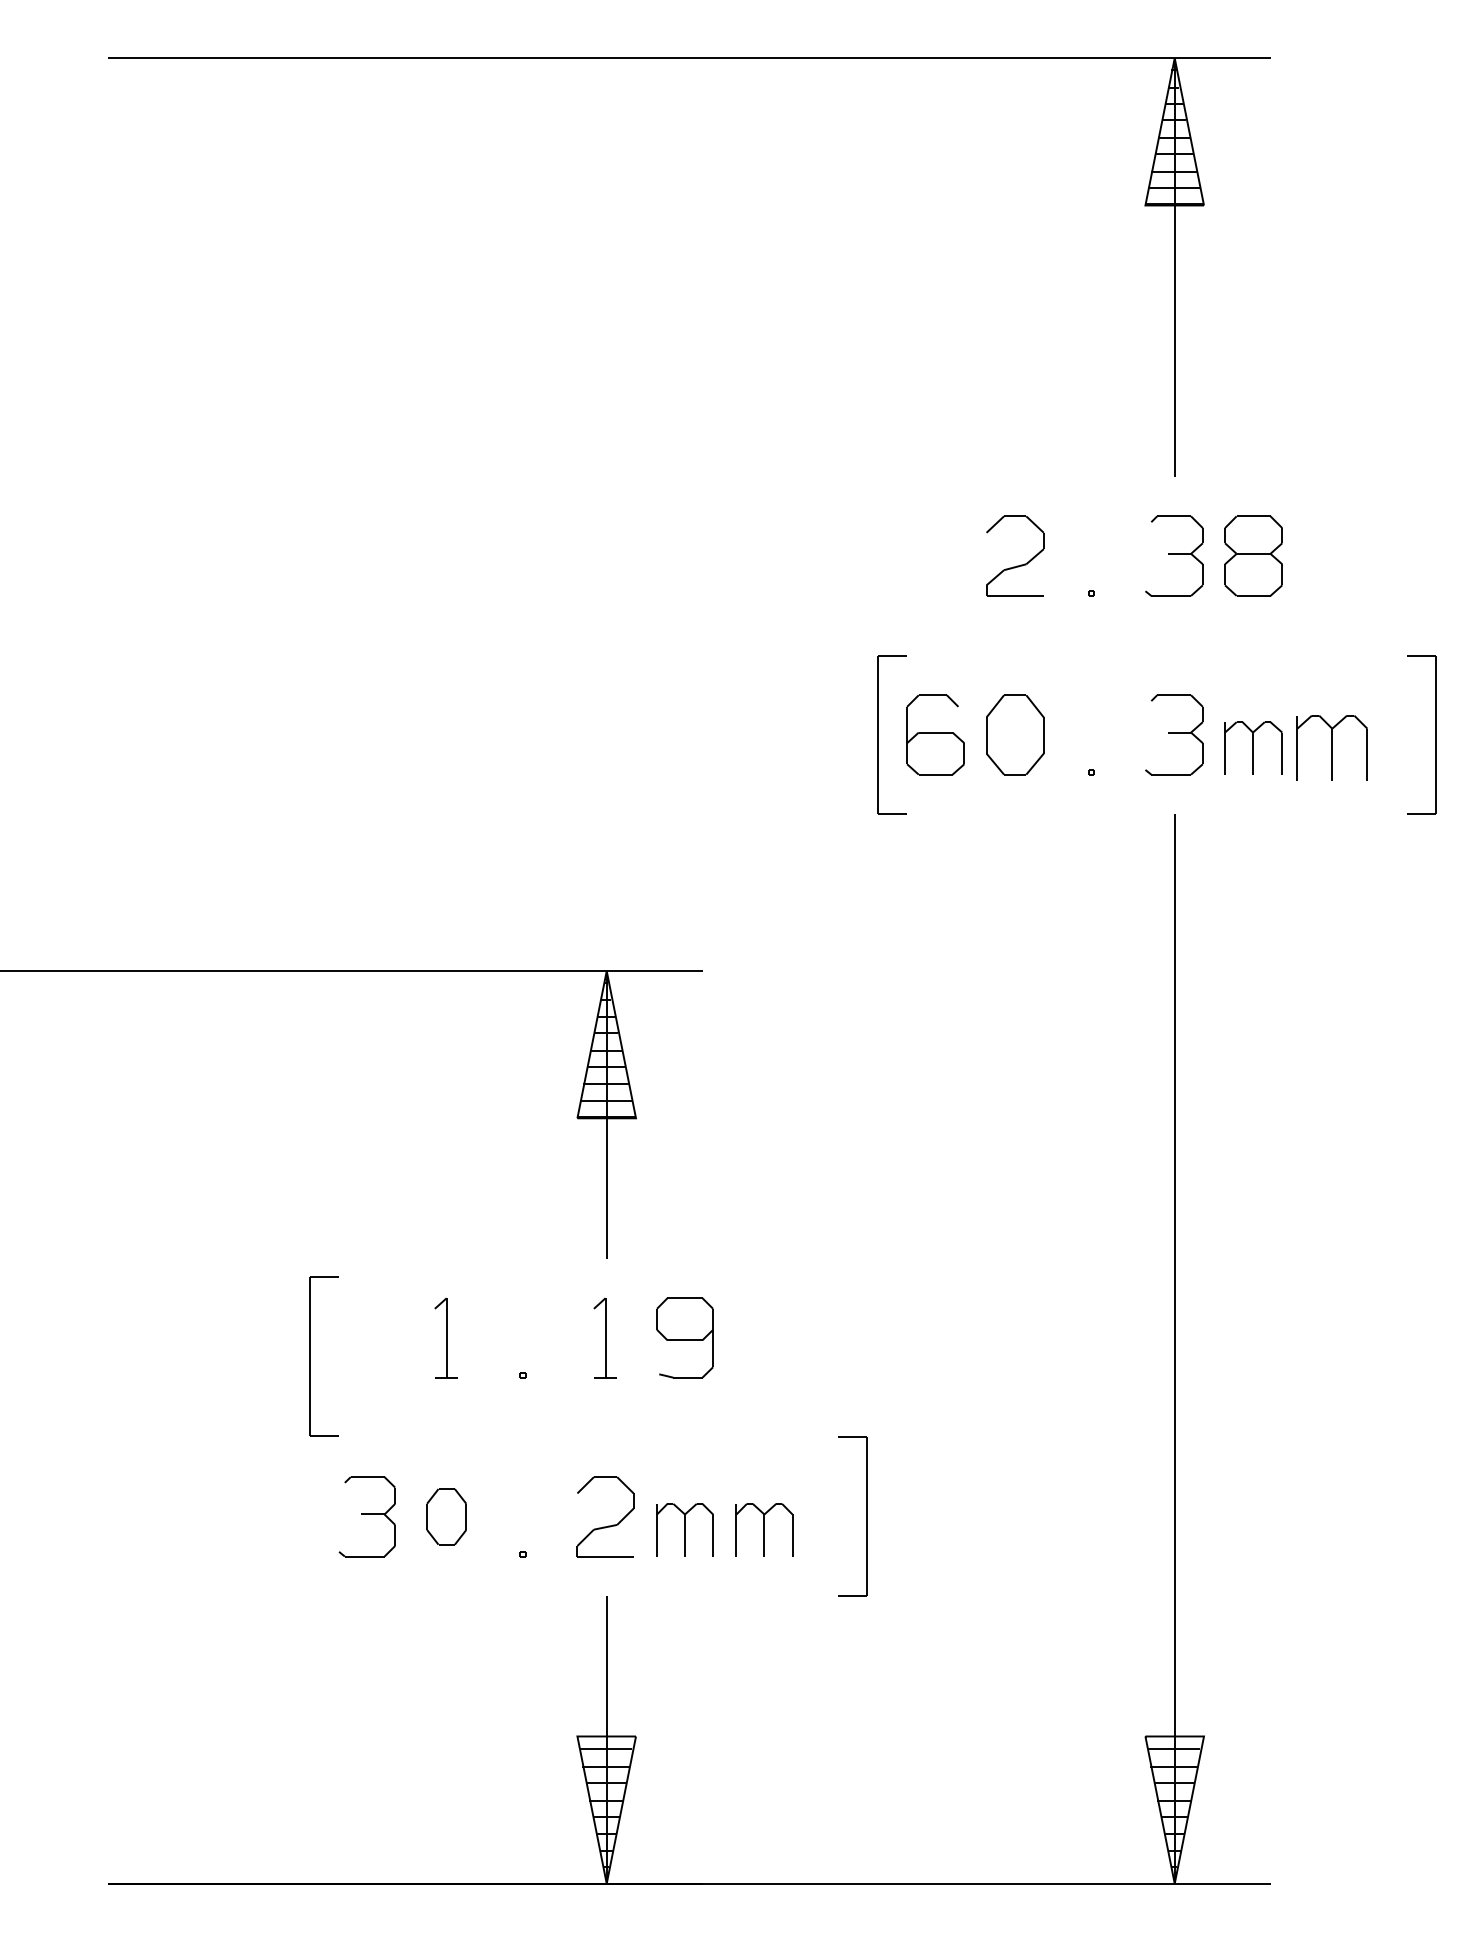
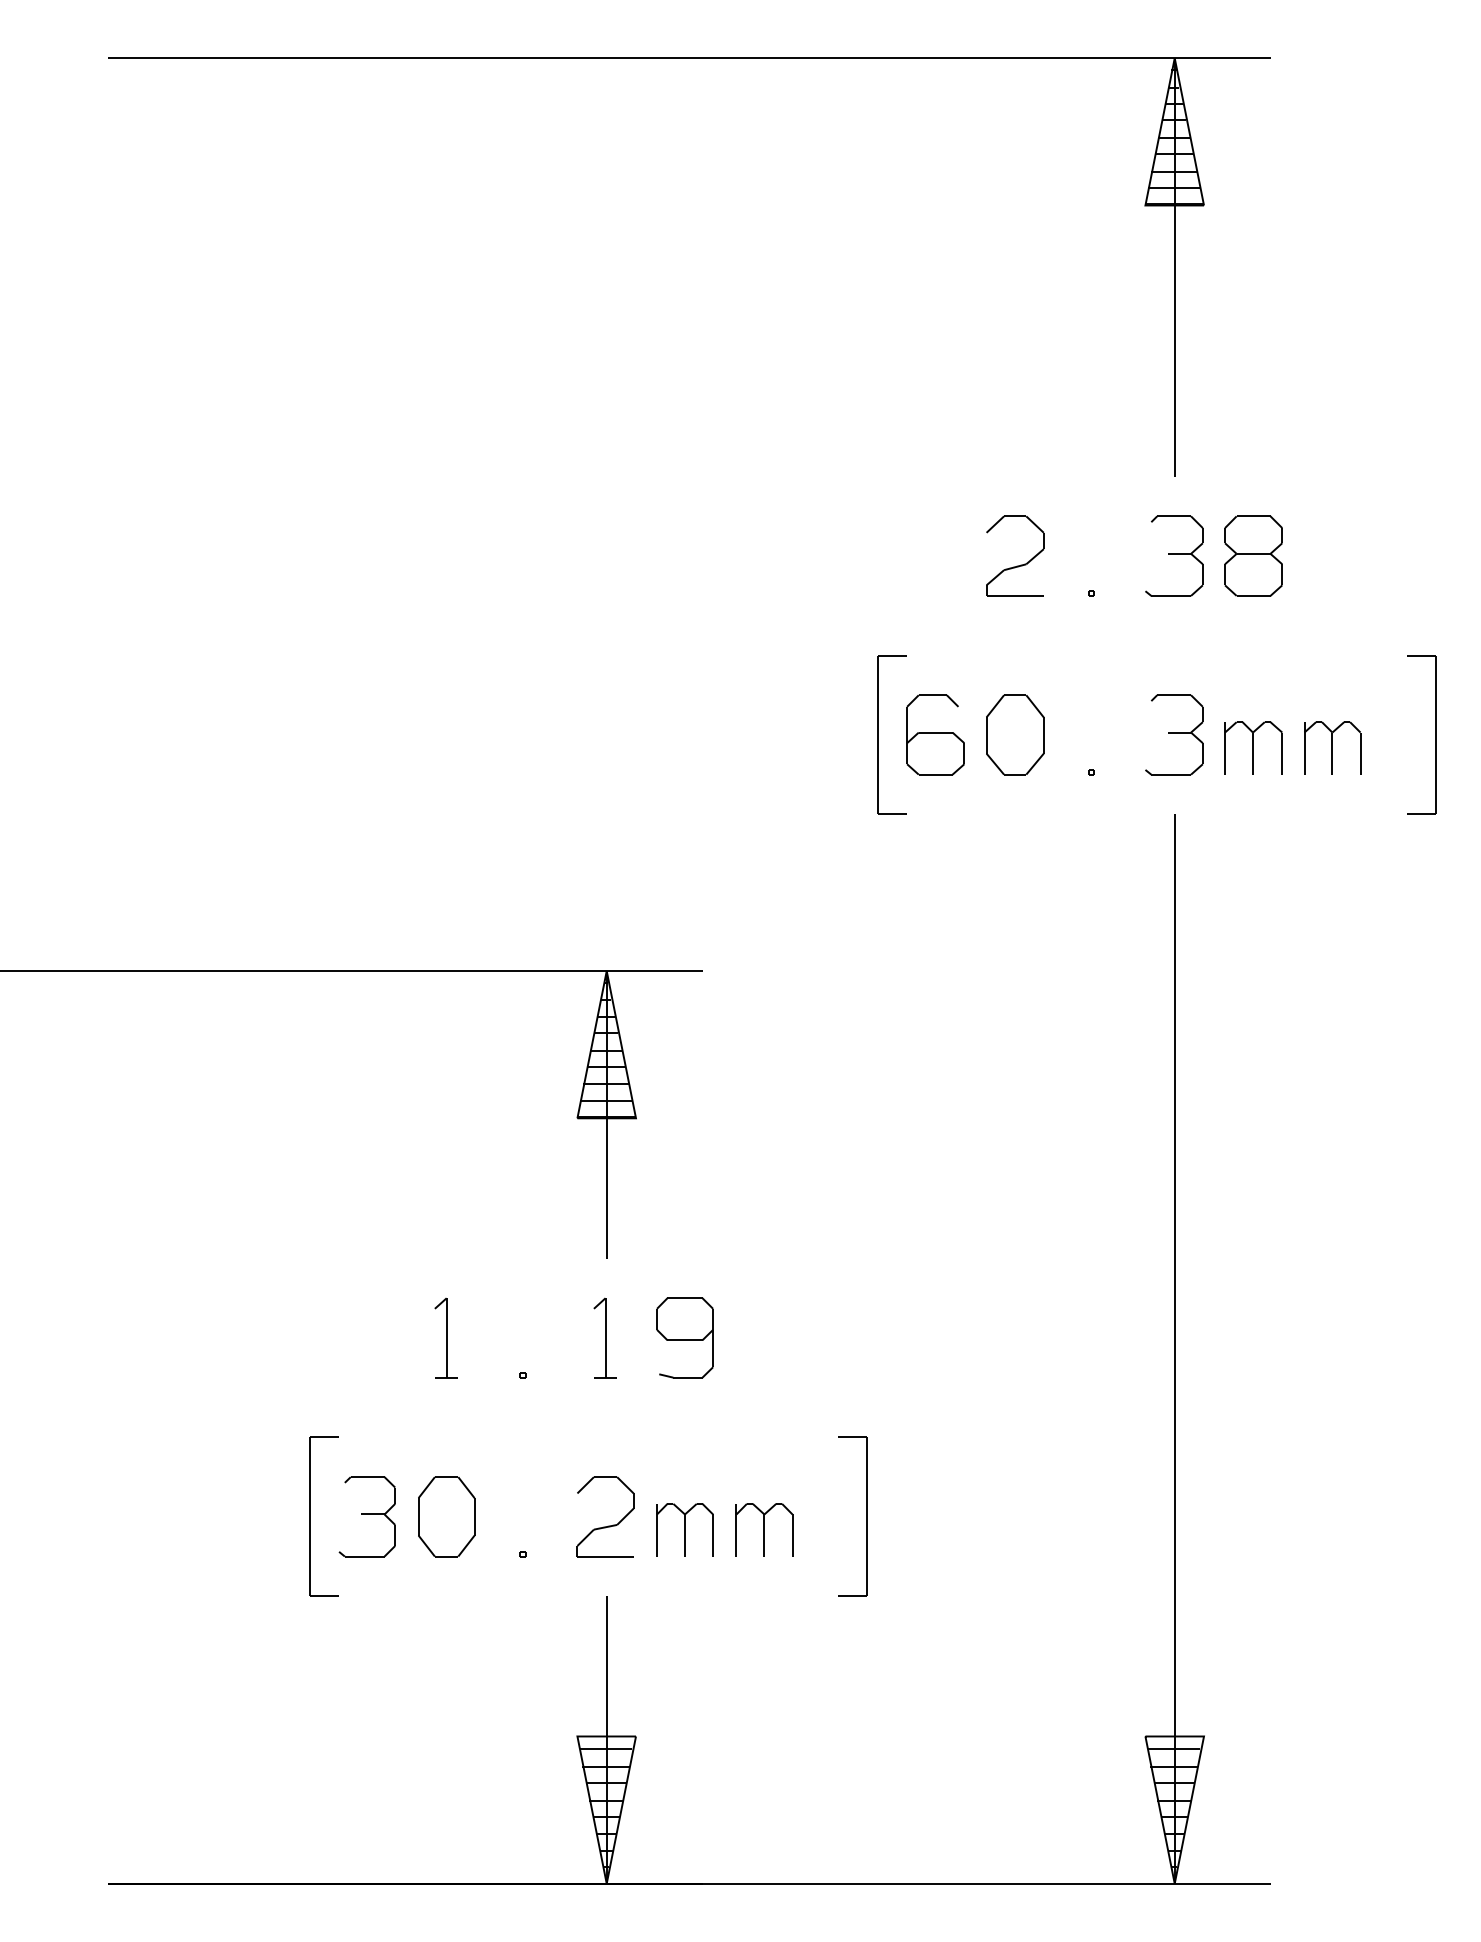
part at (1331, 747) size: 72x66 px -> 58x54 px
part at (310, 1356) position: (310, 1356) -> (310, 1516)
part at (446, 1516) size: 41x58 px -> 58x82 px
